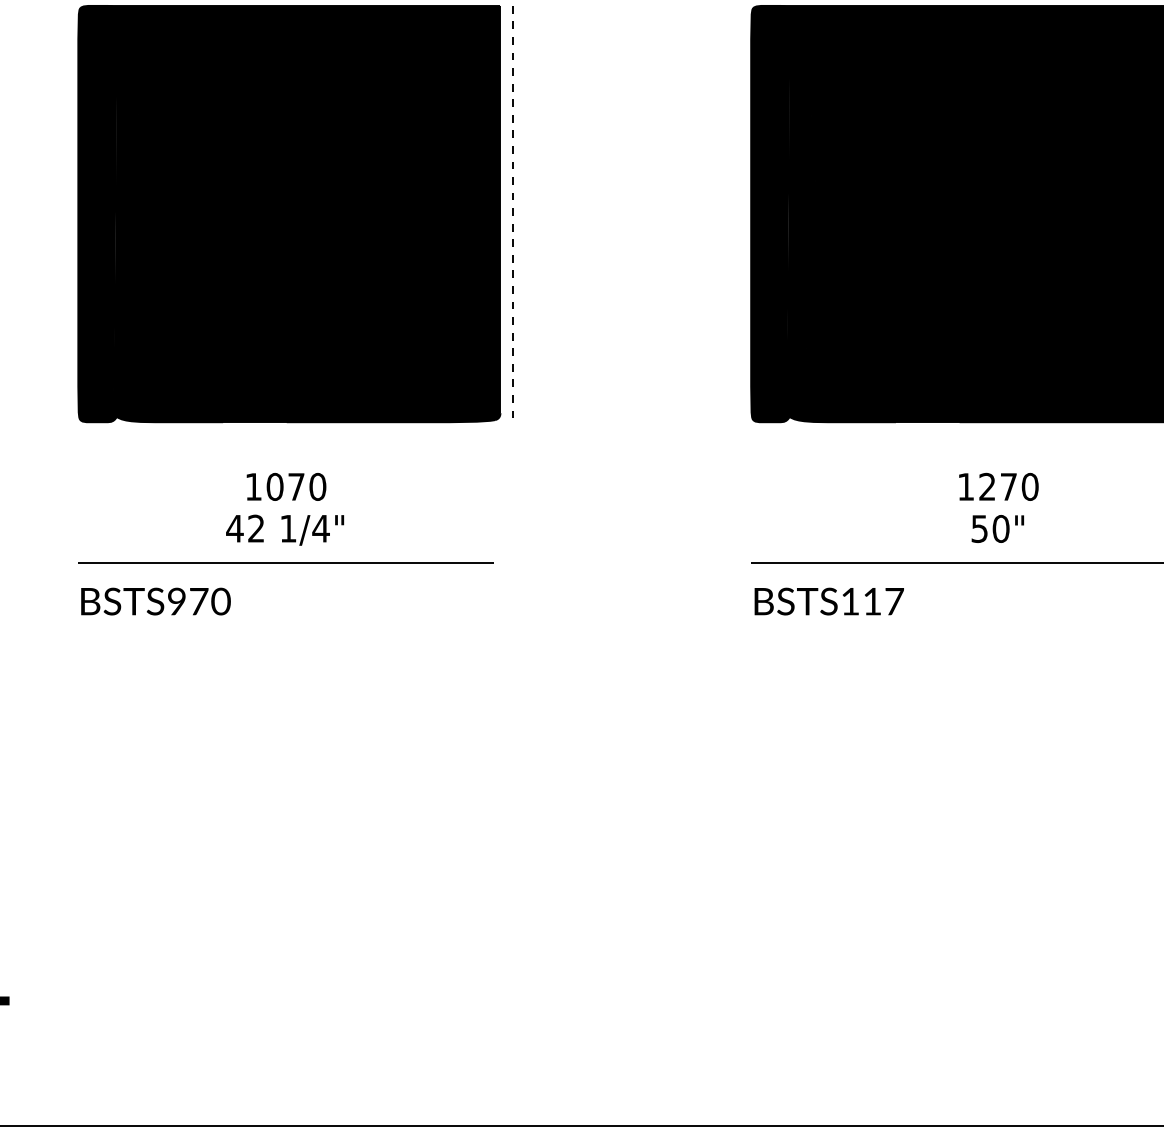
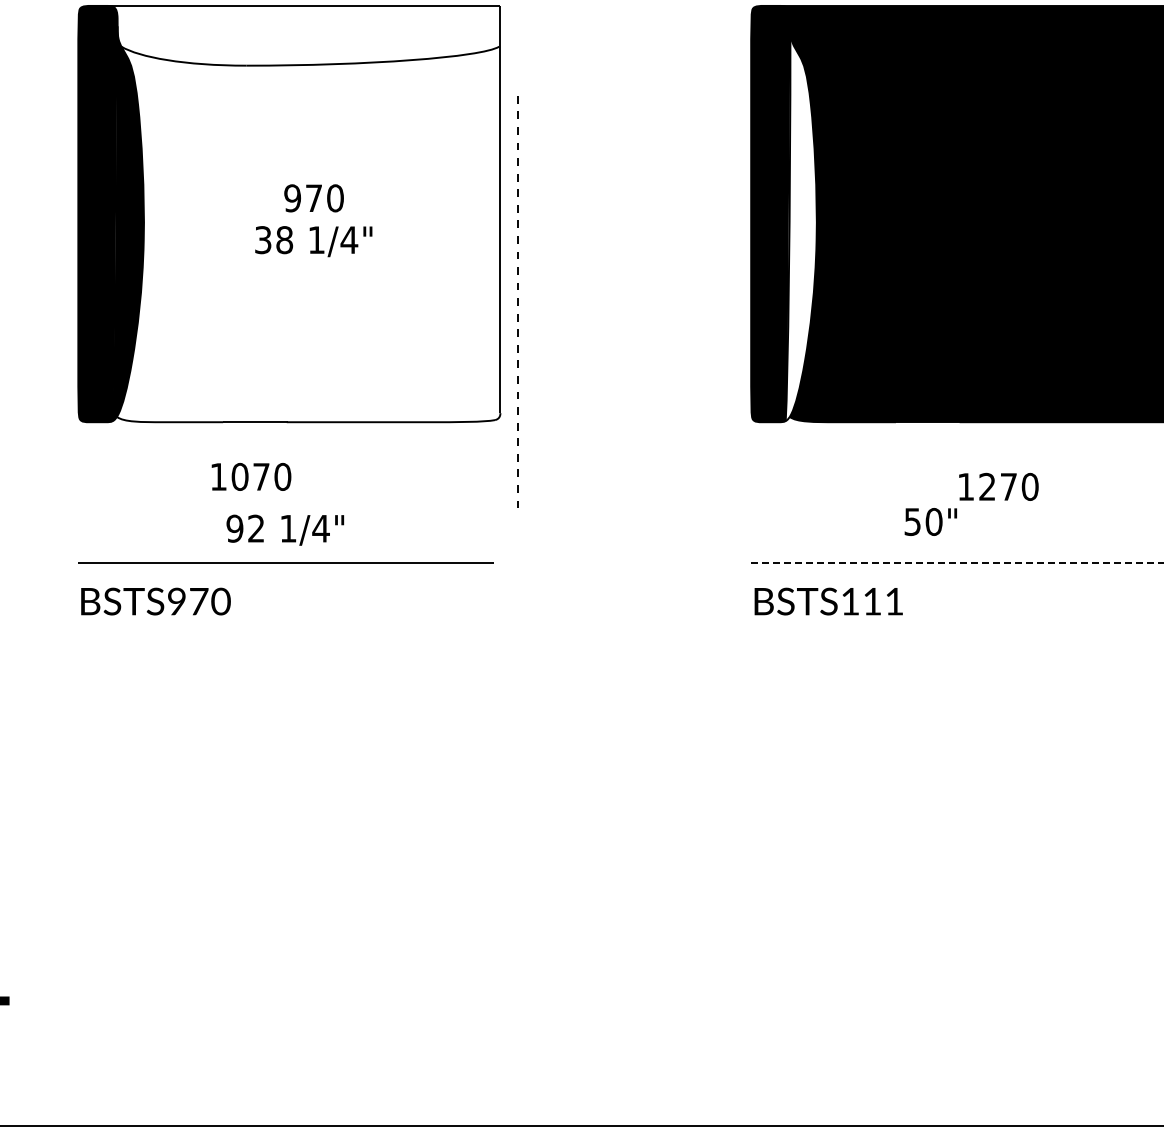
line at (512, 211) position: (512, 211) -> (517, 301)
fill at (302, 213): present -> none
fill at (800, 223): present -> none
text at (286, 486) position: (286, 486) -> (251, 476)
text at (234, 528): 42 -> 92
text at (997, 528) position: (997, 528) -> (930, 521)
line at (957, 563): solid -> dashed
text at (894, 601): BSTS117 -> BSTS111
